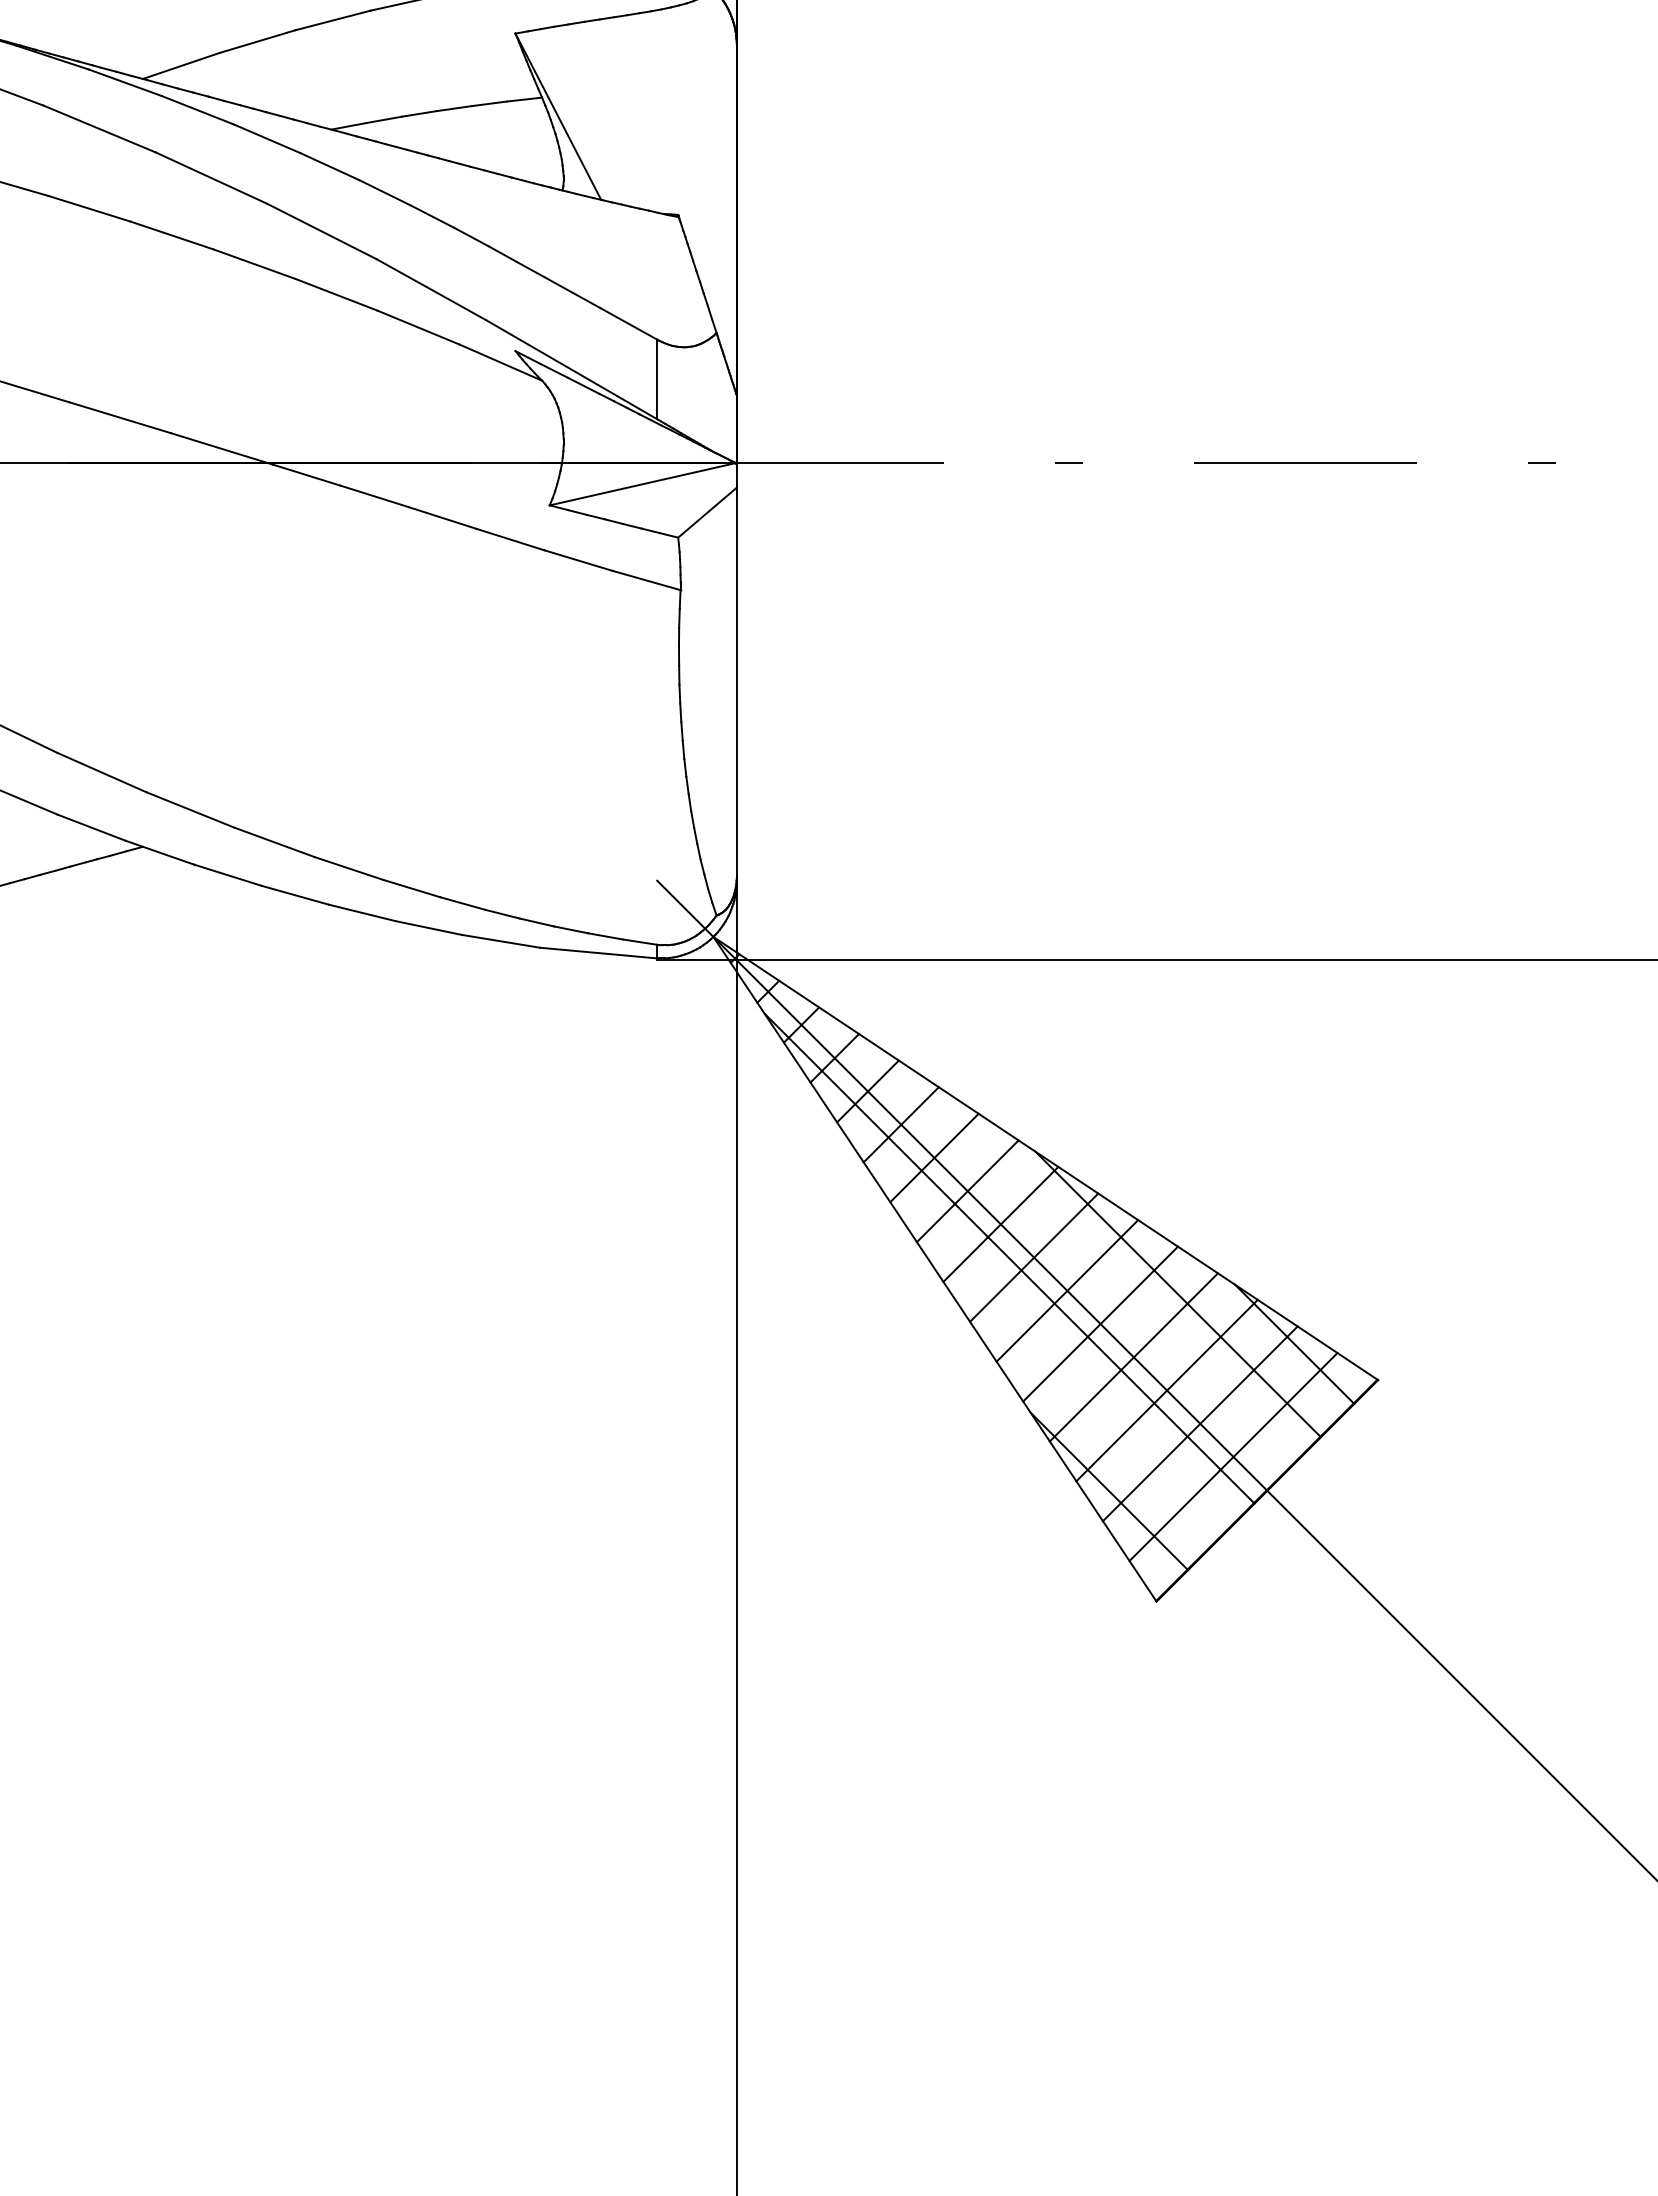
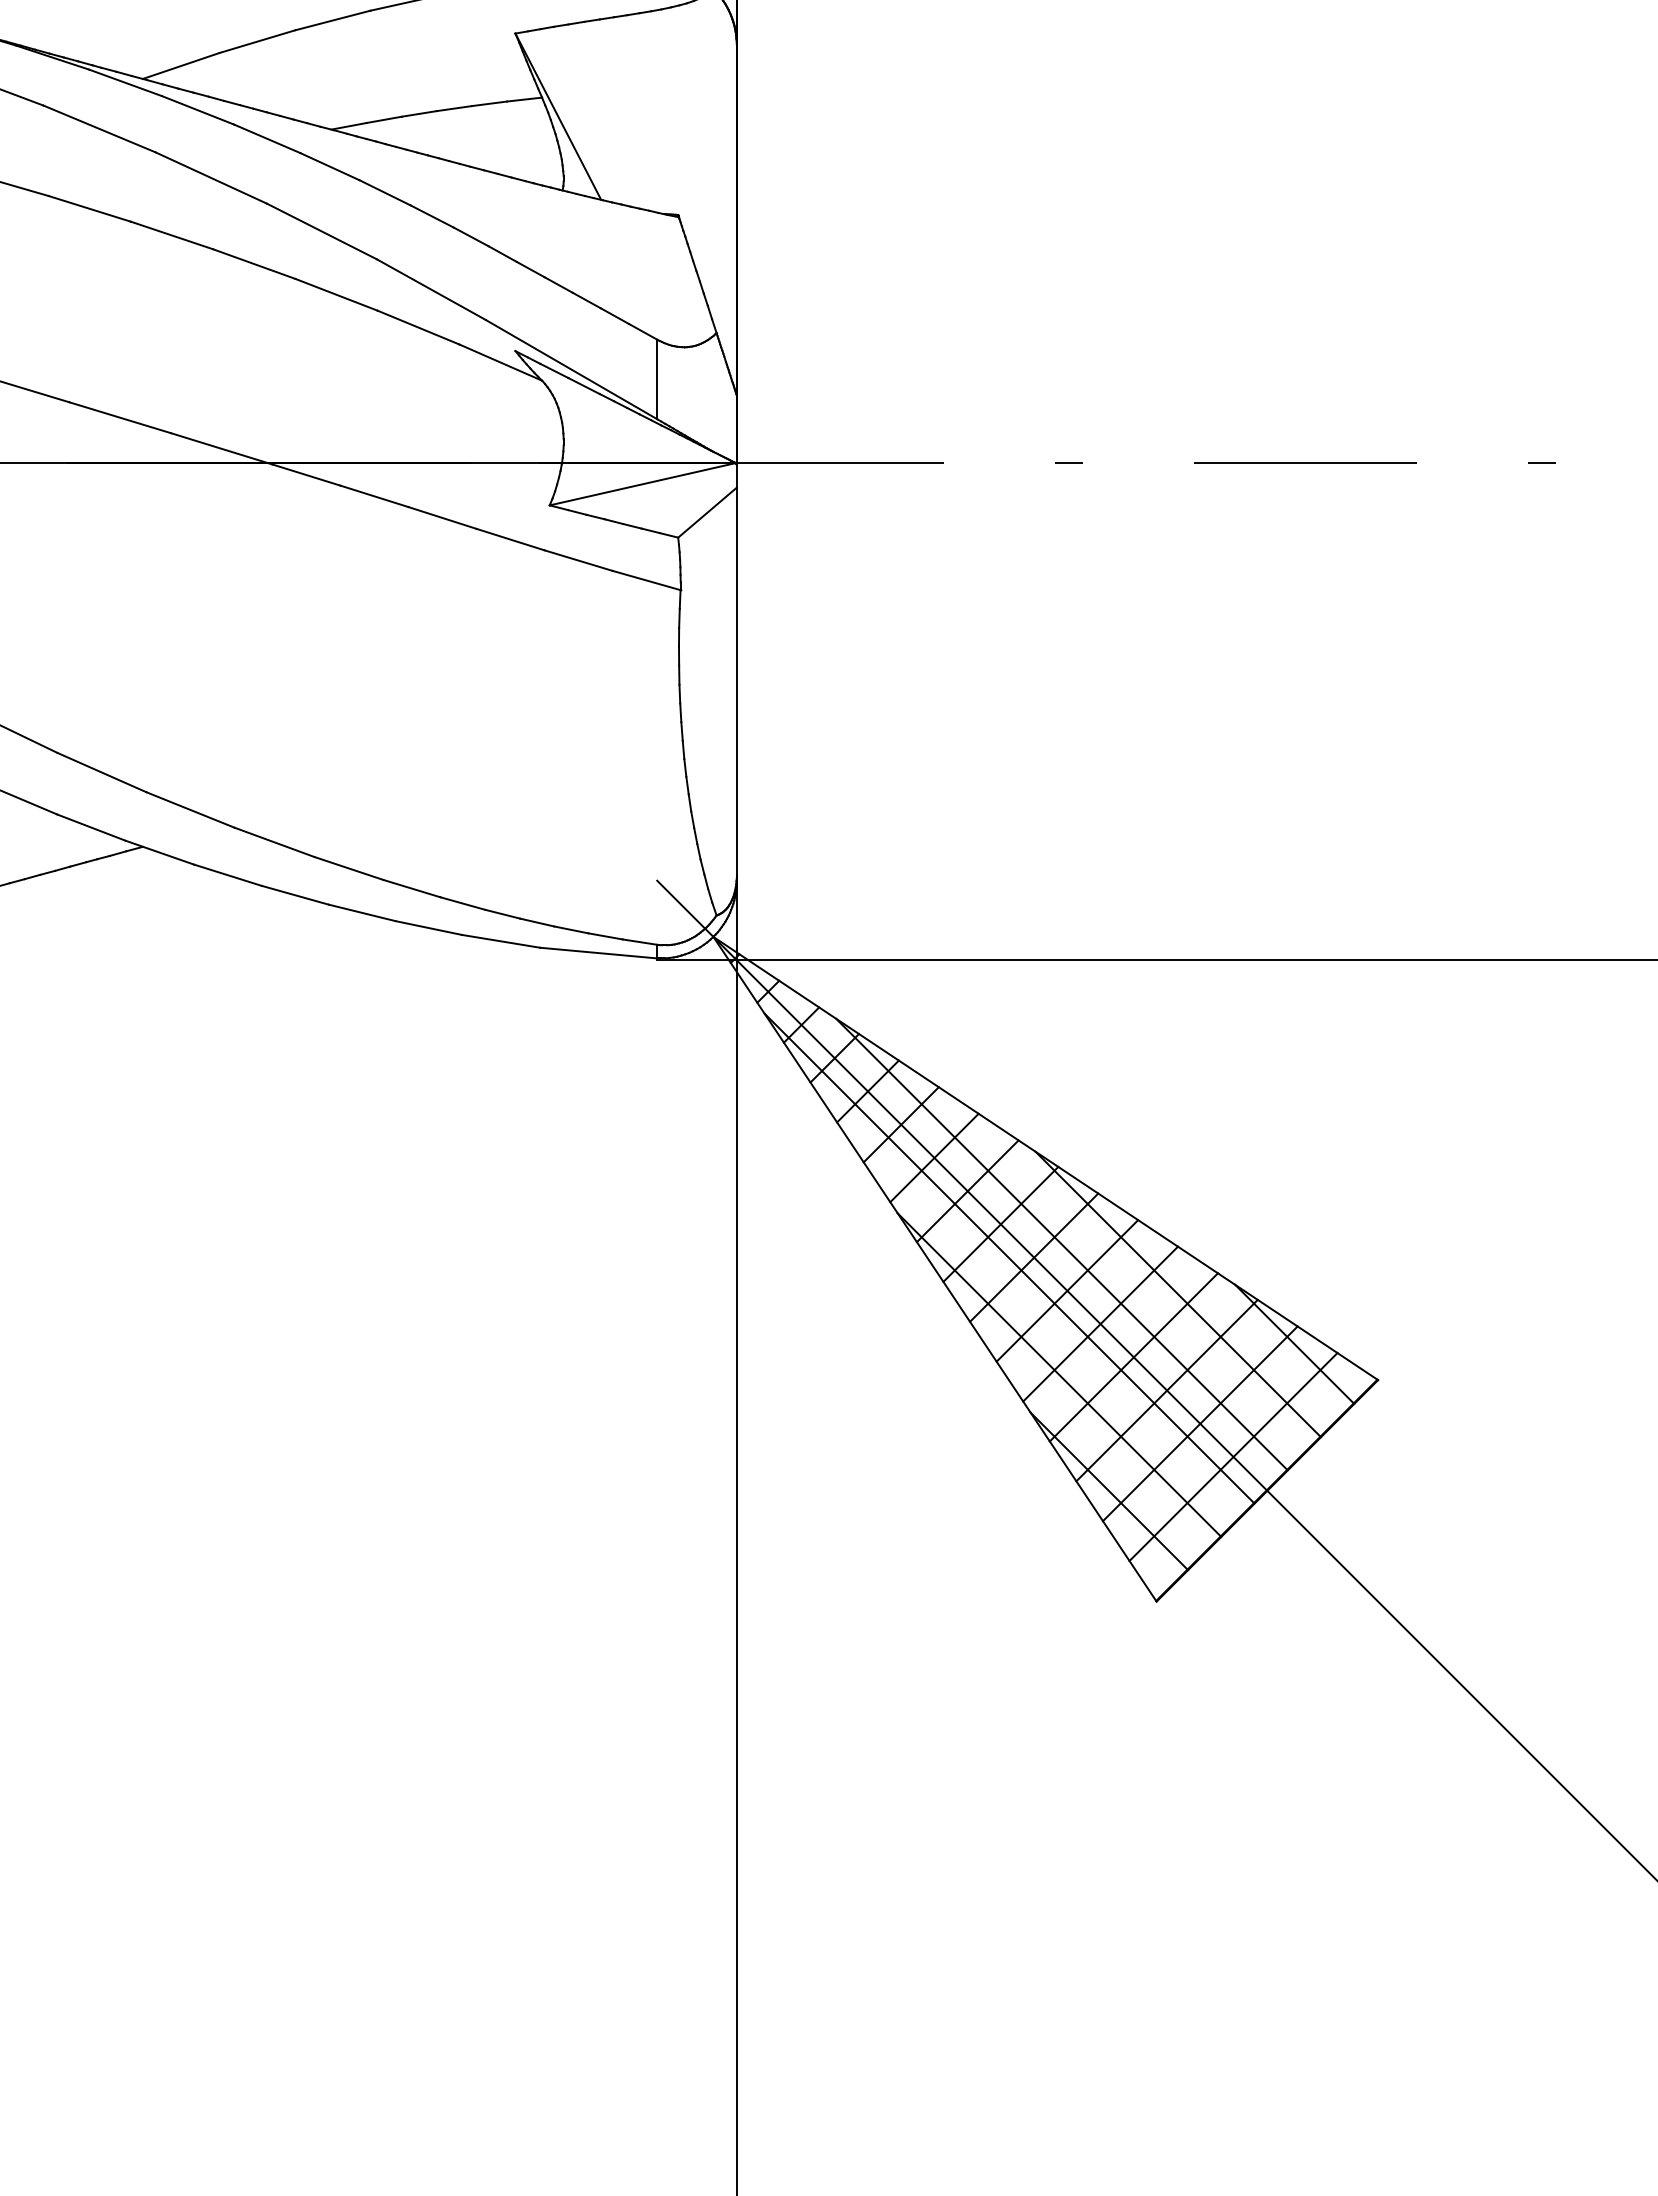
line at (1061, 1244): none -> present
line at (1059, 1374): none -> present
